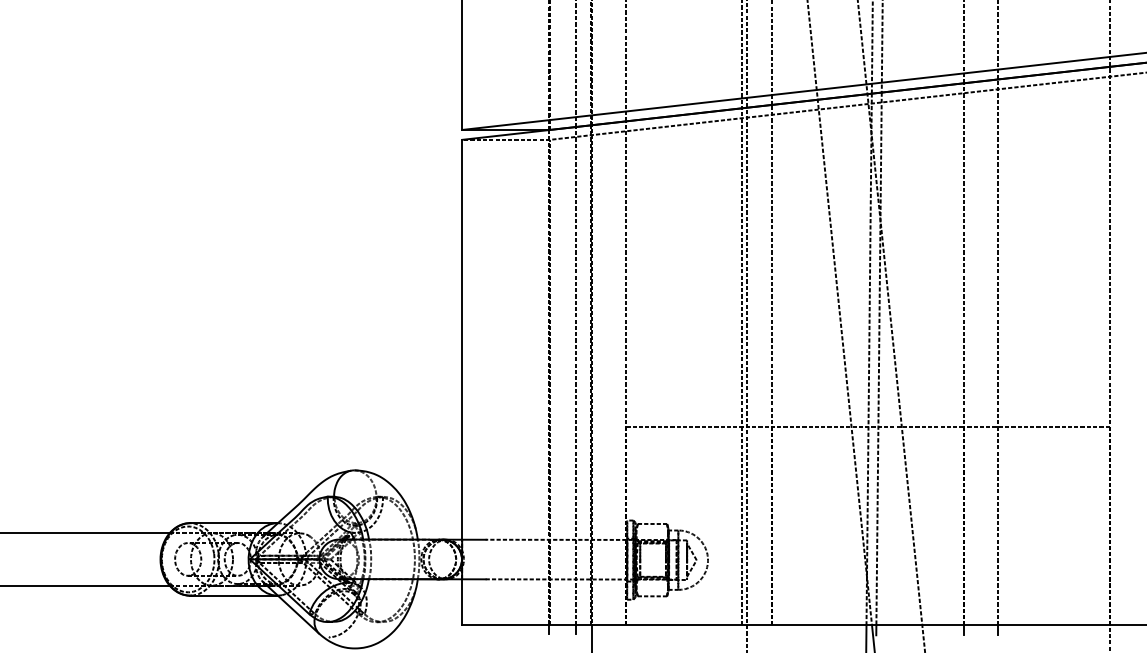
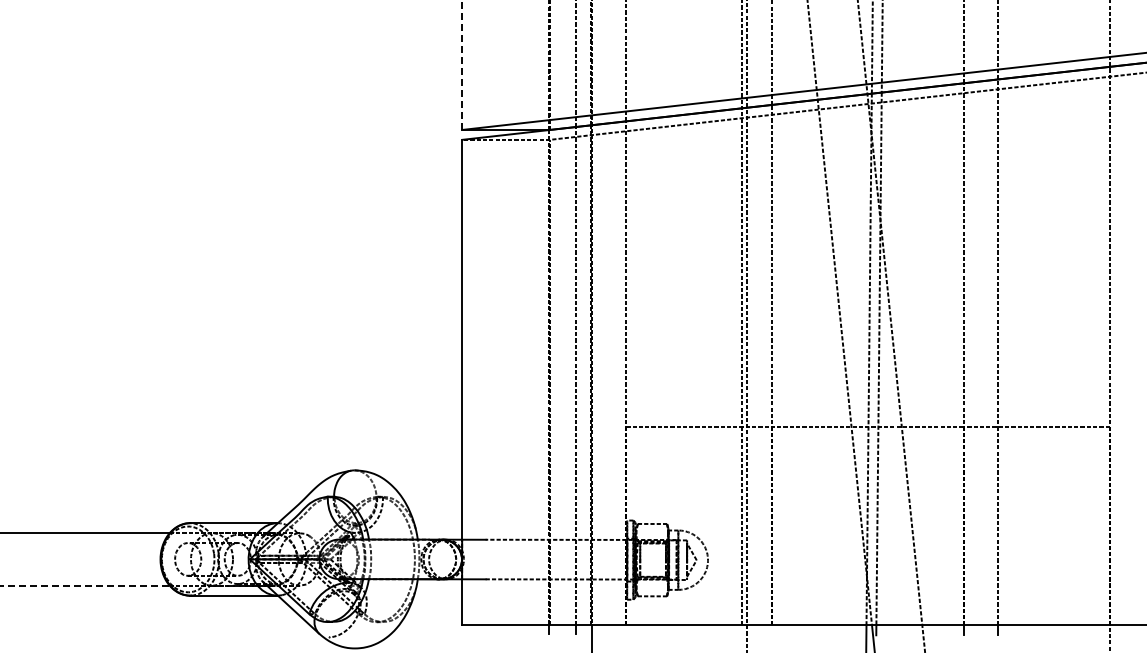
line at (462, 64): solid -> dashed
line at (85, 585): solid -> dashed
